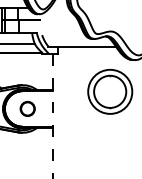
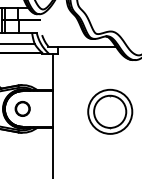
part at (110, 91) position: (110, 91) -> (110, 111)
circle at (27, 108) position: (27, 108) -> (22, 108)
line at (52, 116): dashed -> solid
